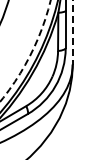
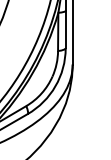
line at (72, 32): dashed -> solid
arc at (31, 52): dashed -> solid
